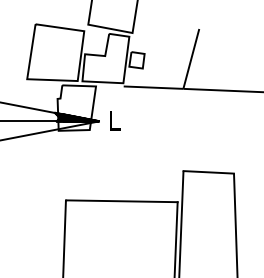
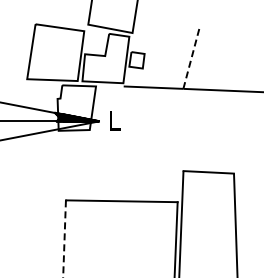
line at (191, 58): solid -> dashed
line at (64, 239): solid -> dashed
